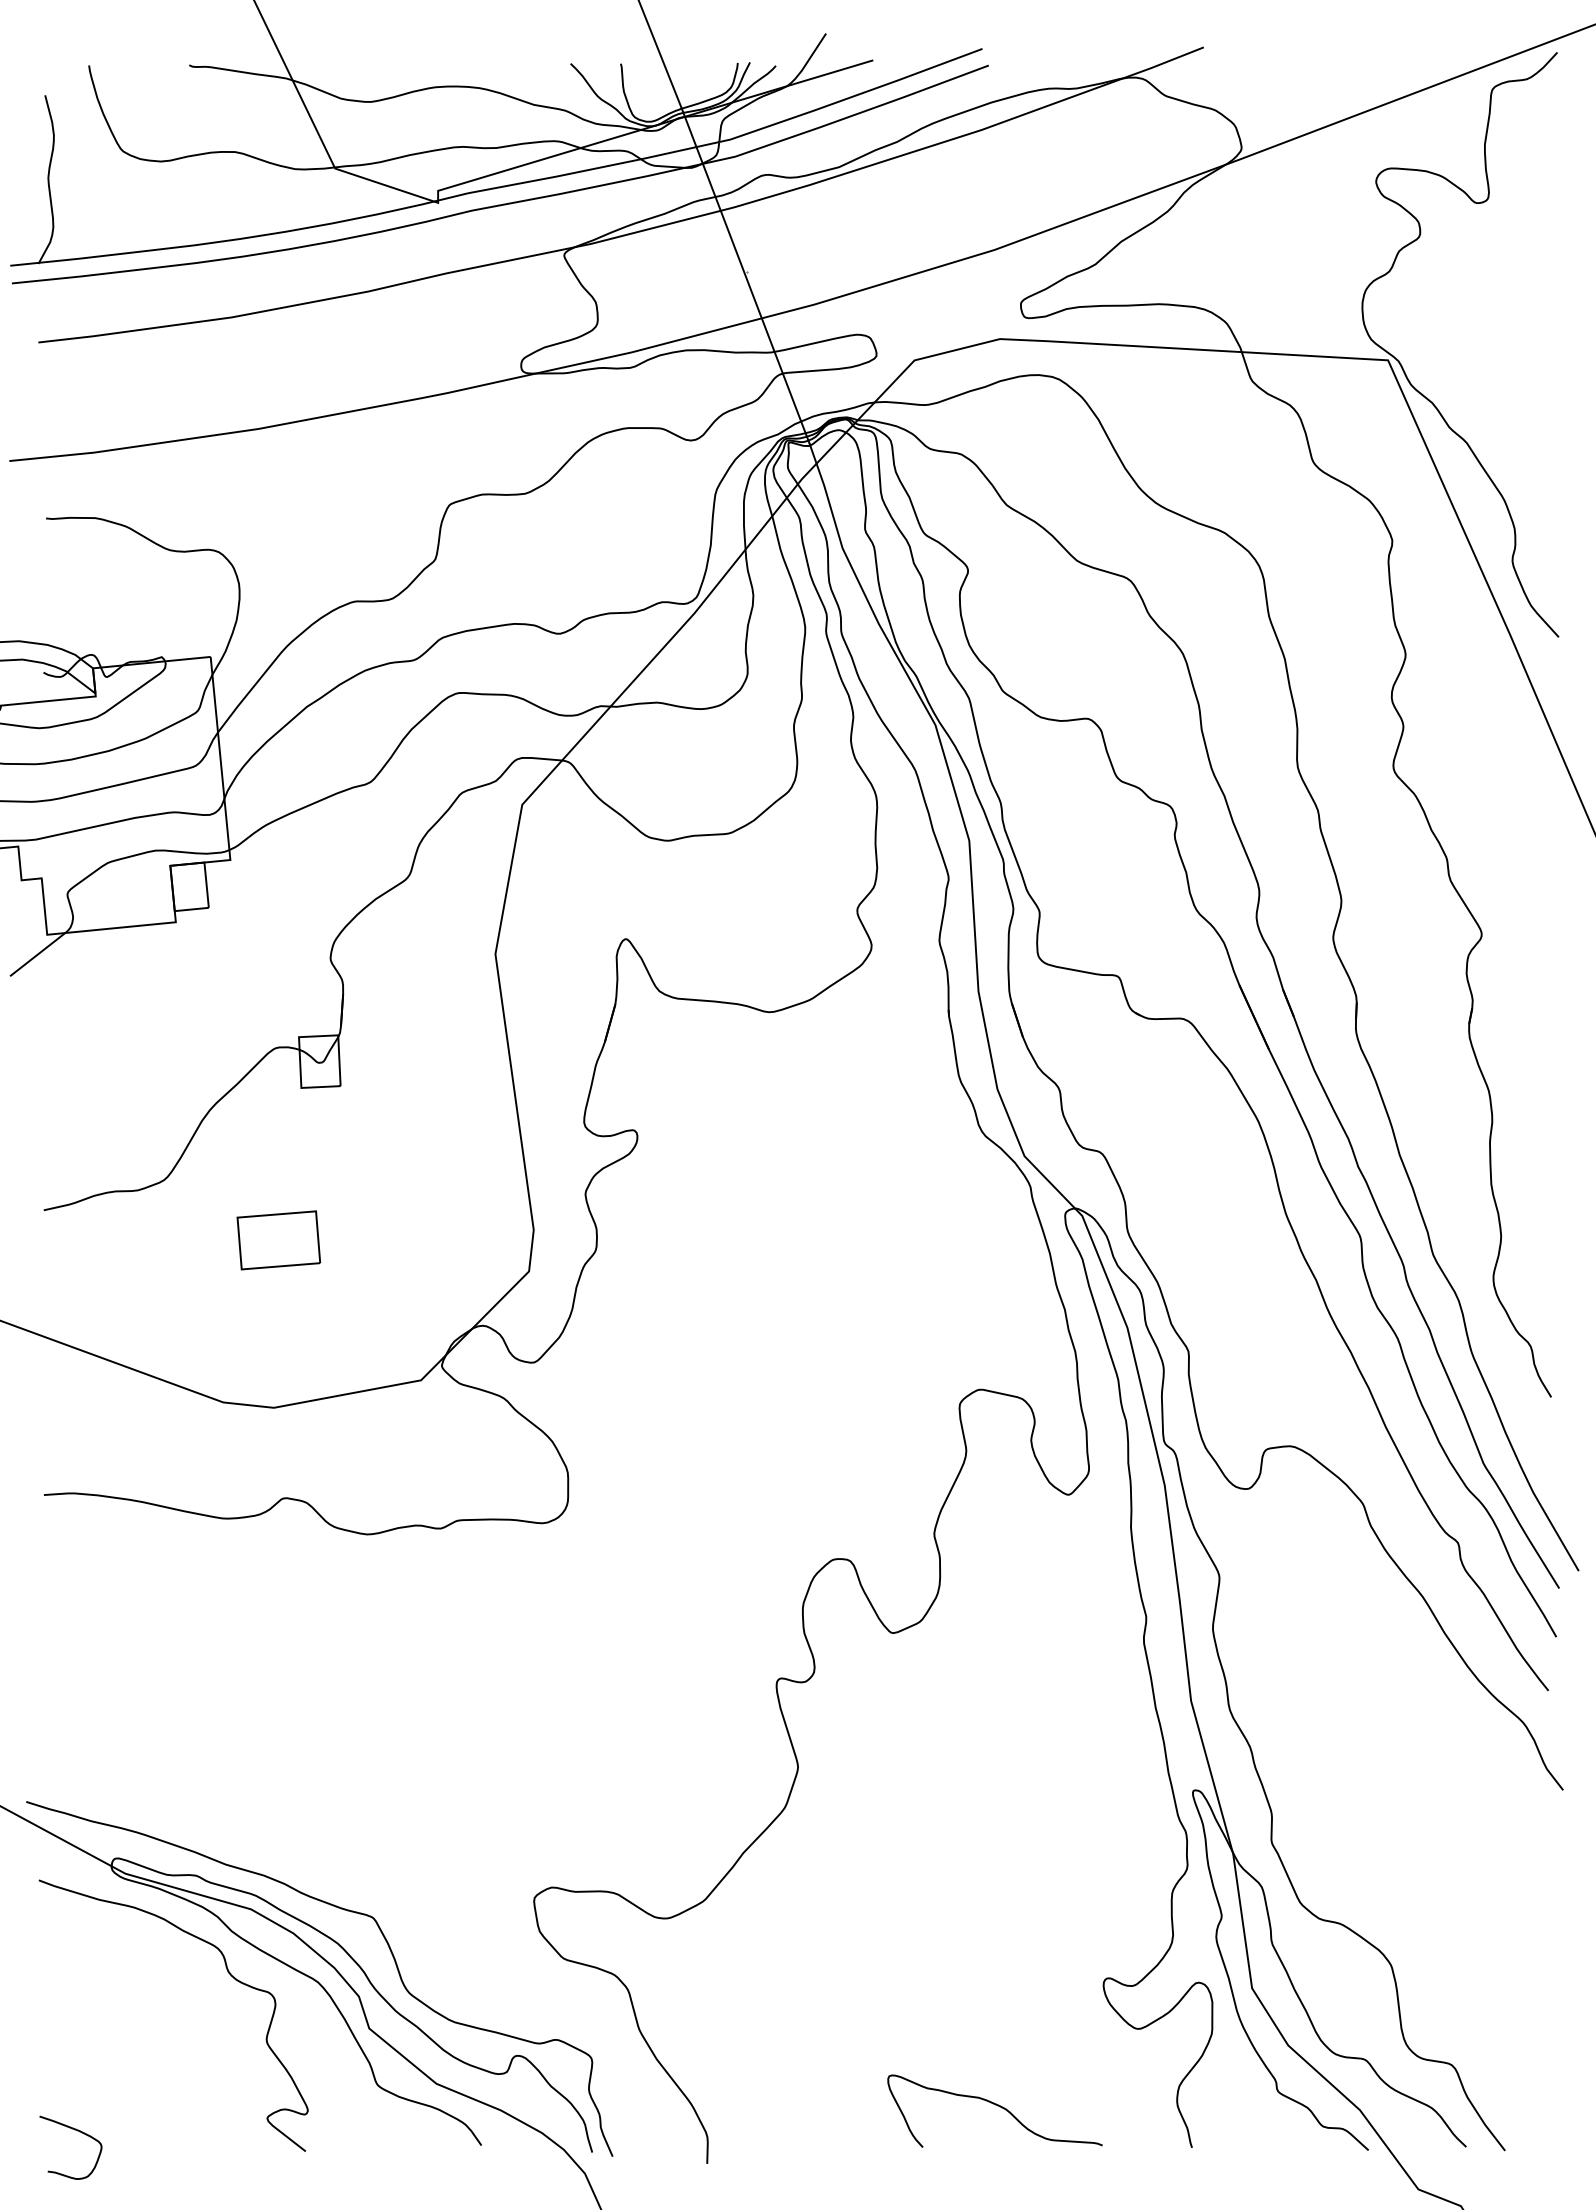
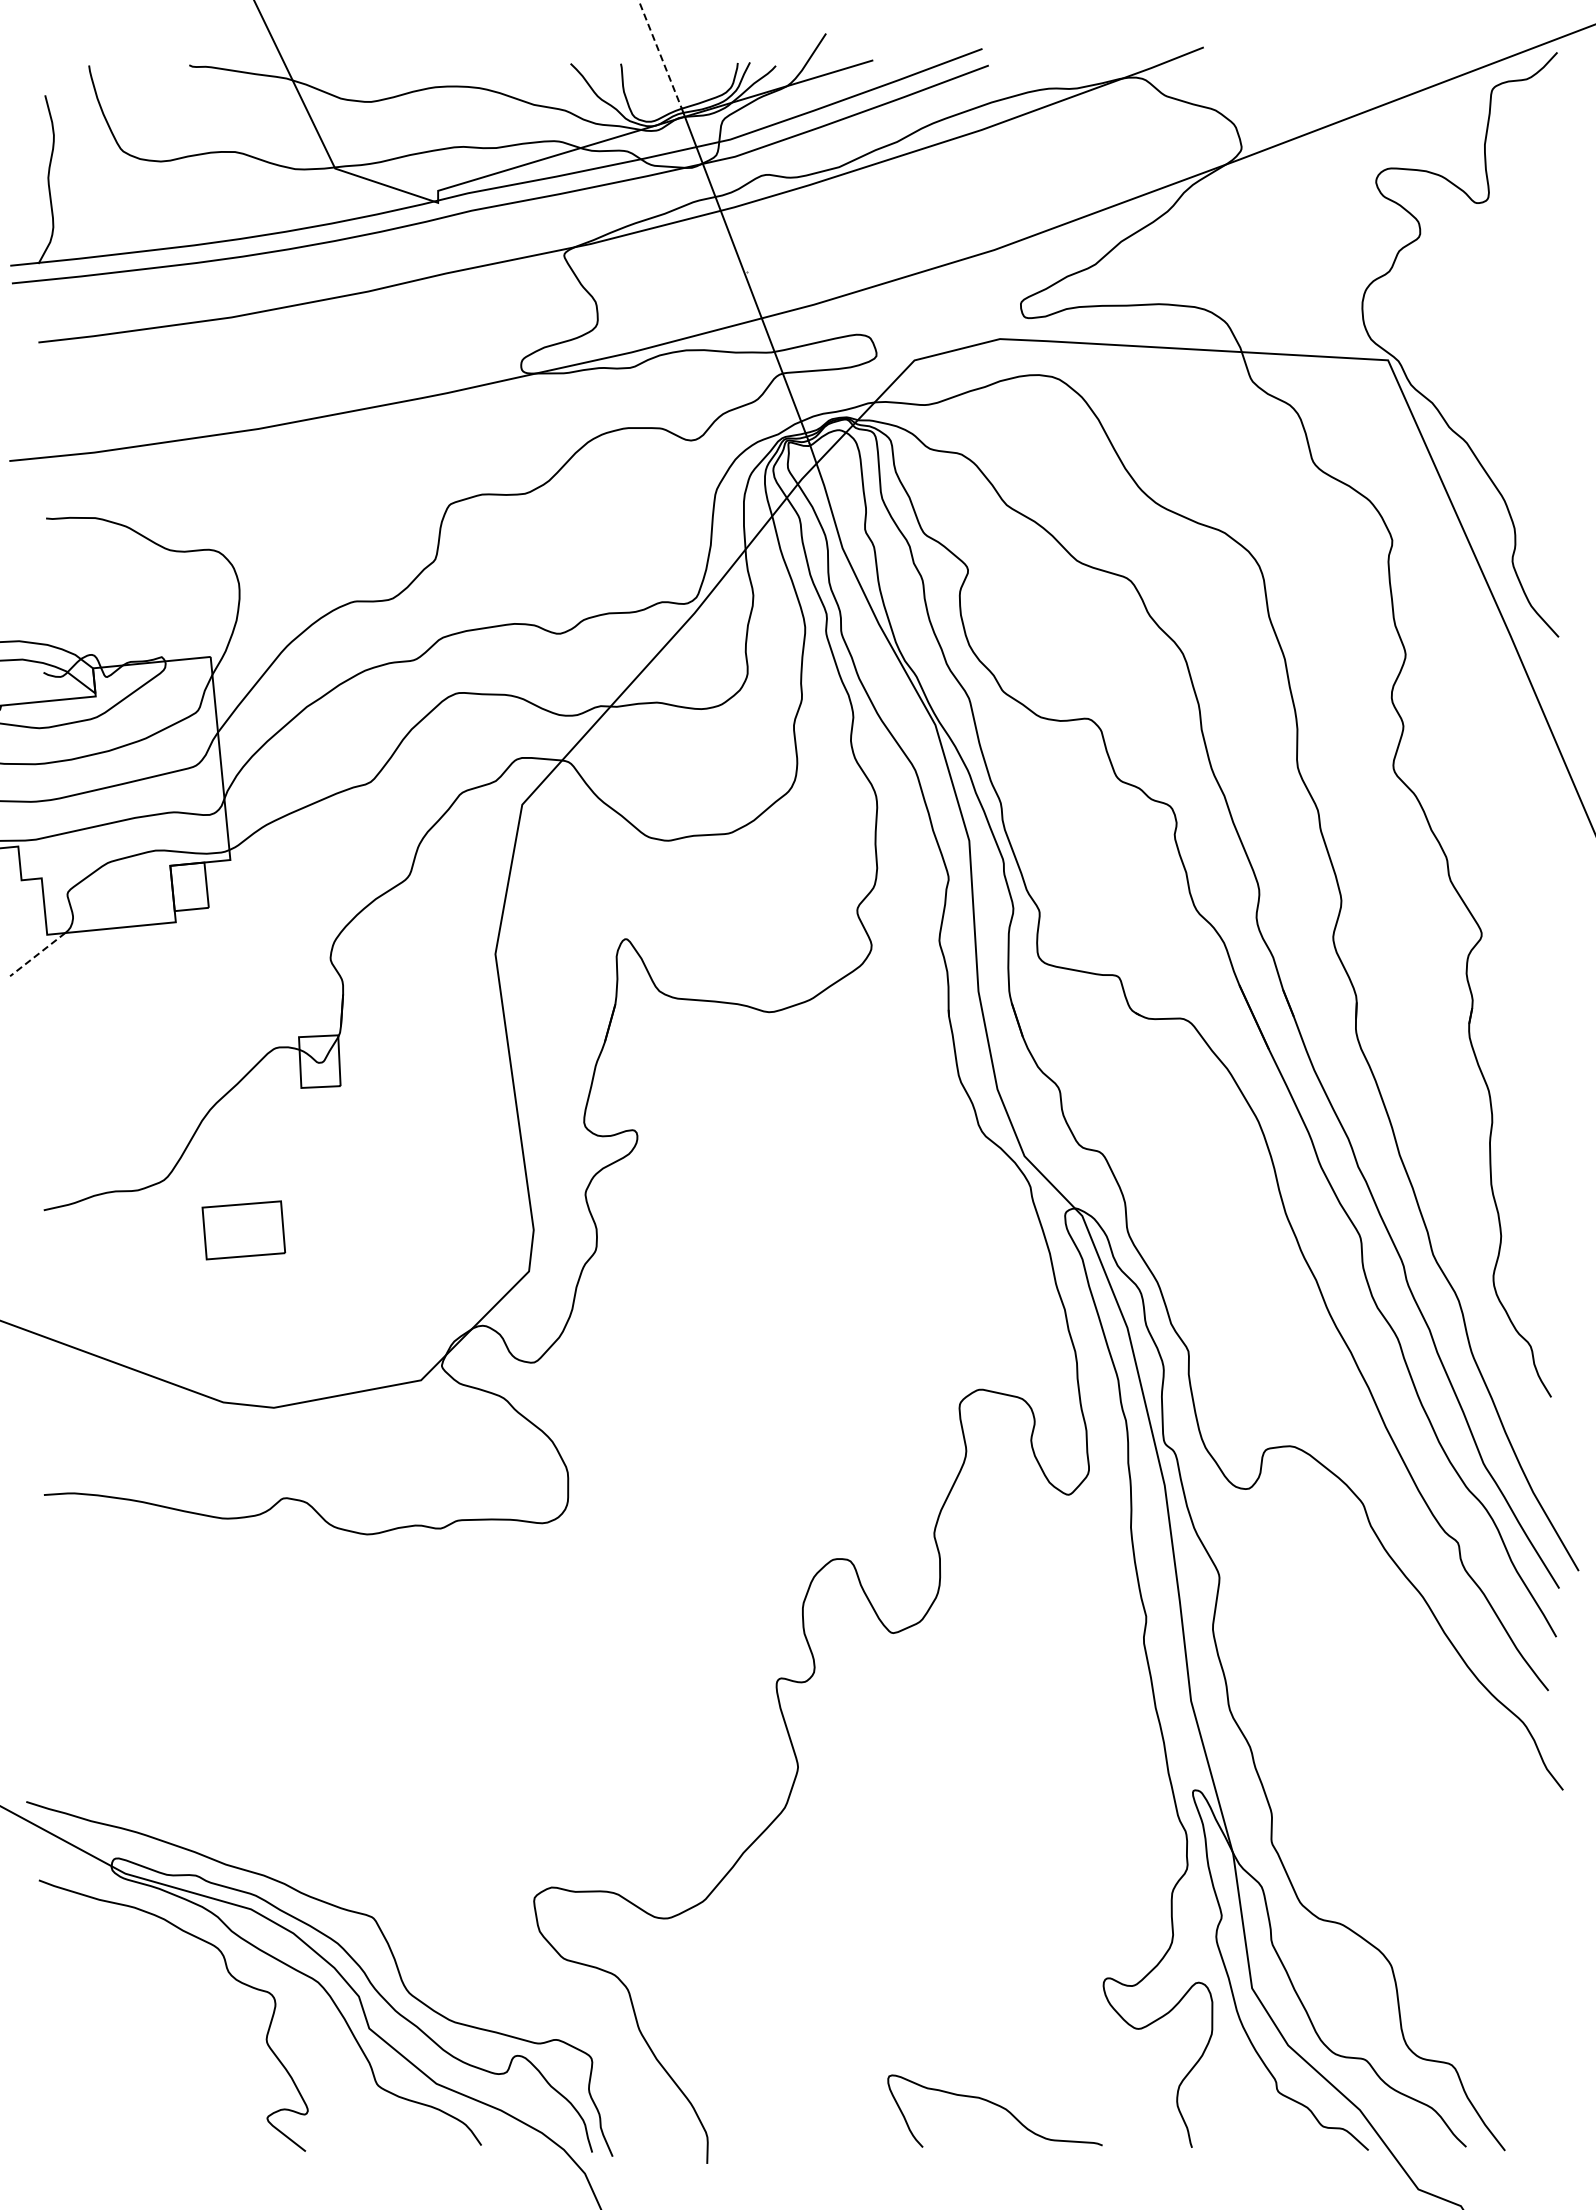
line at (660, 54): solid -> dashed
line at (37, 954): solid -> dashed
part at (278, 1240) position: (278, 1240) -> (243, 1230)
curve at (74, 2130): present -> none
